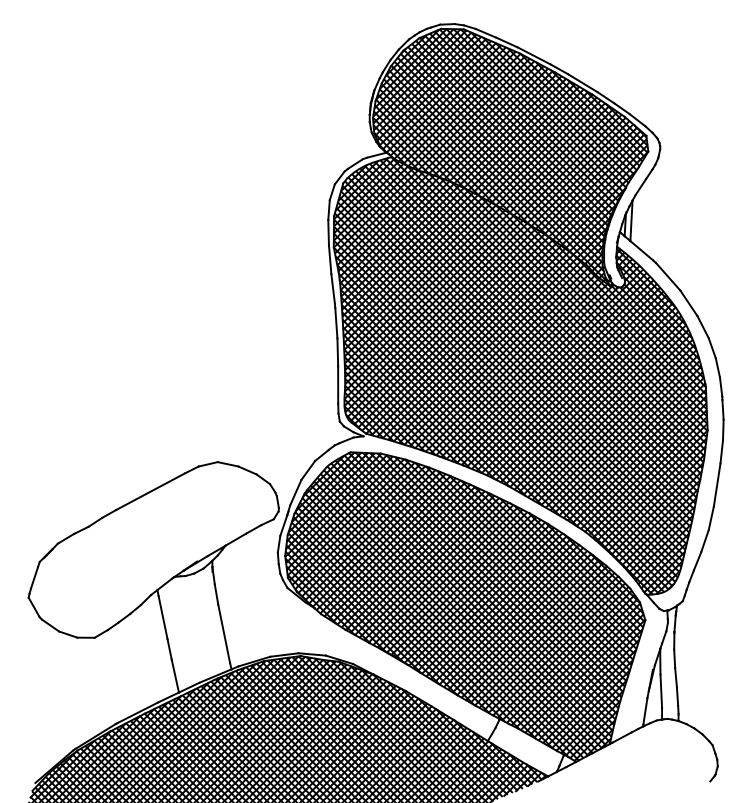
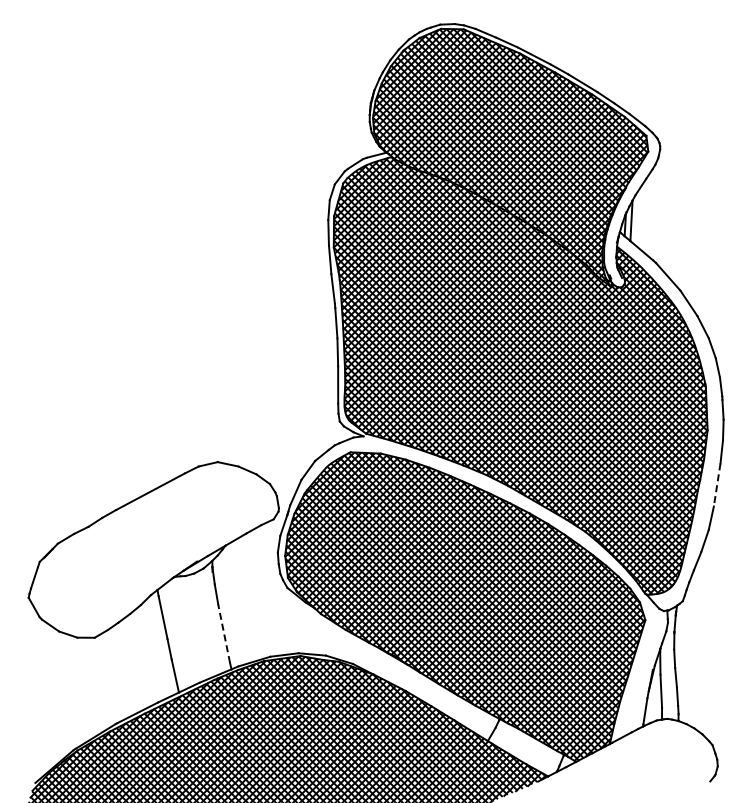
line at (717, 485): solid -> dashed
line at (224, 633): solid -> dashed
